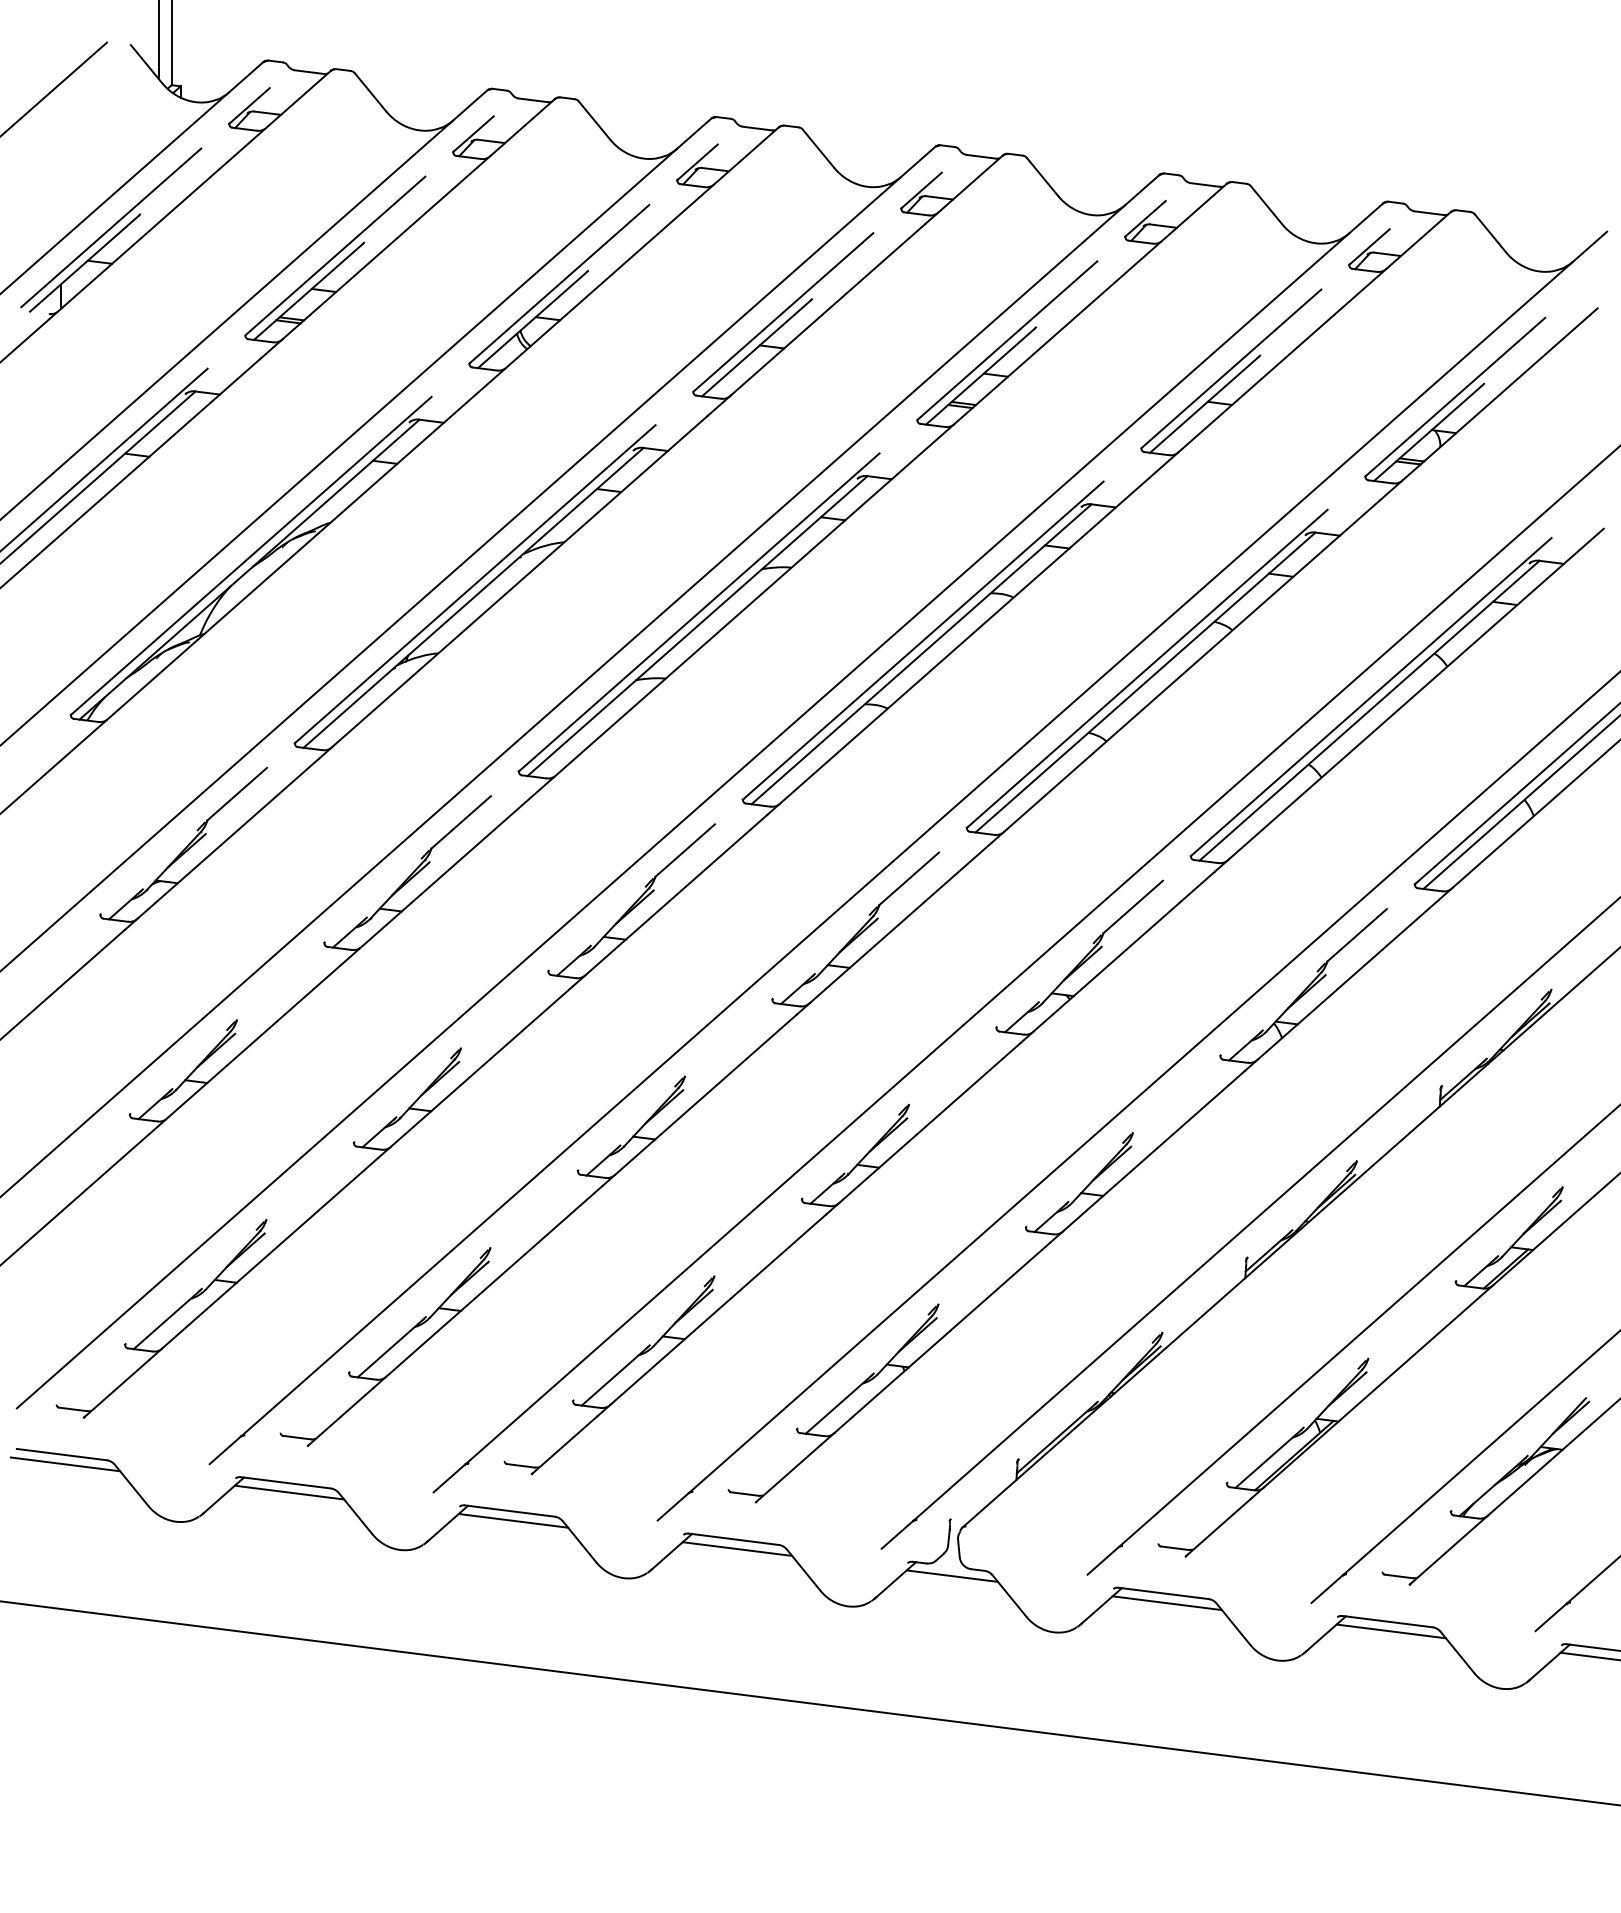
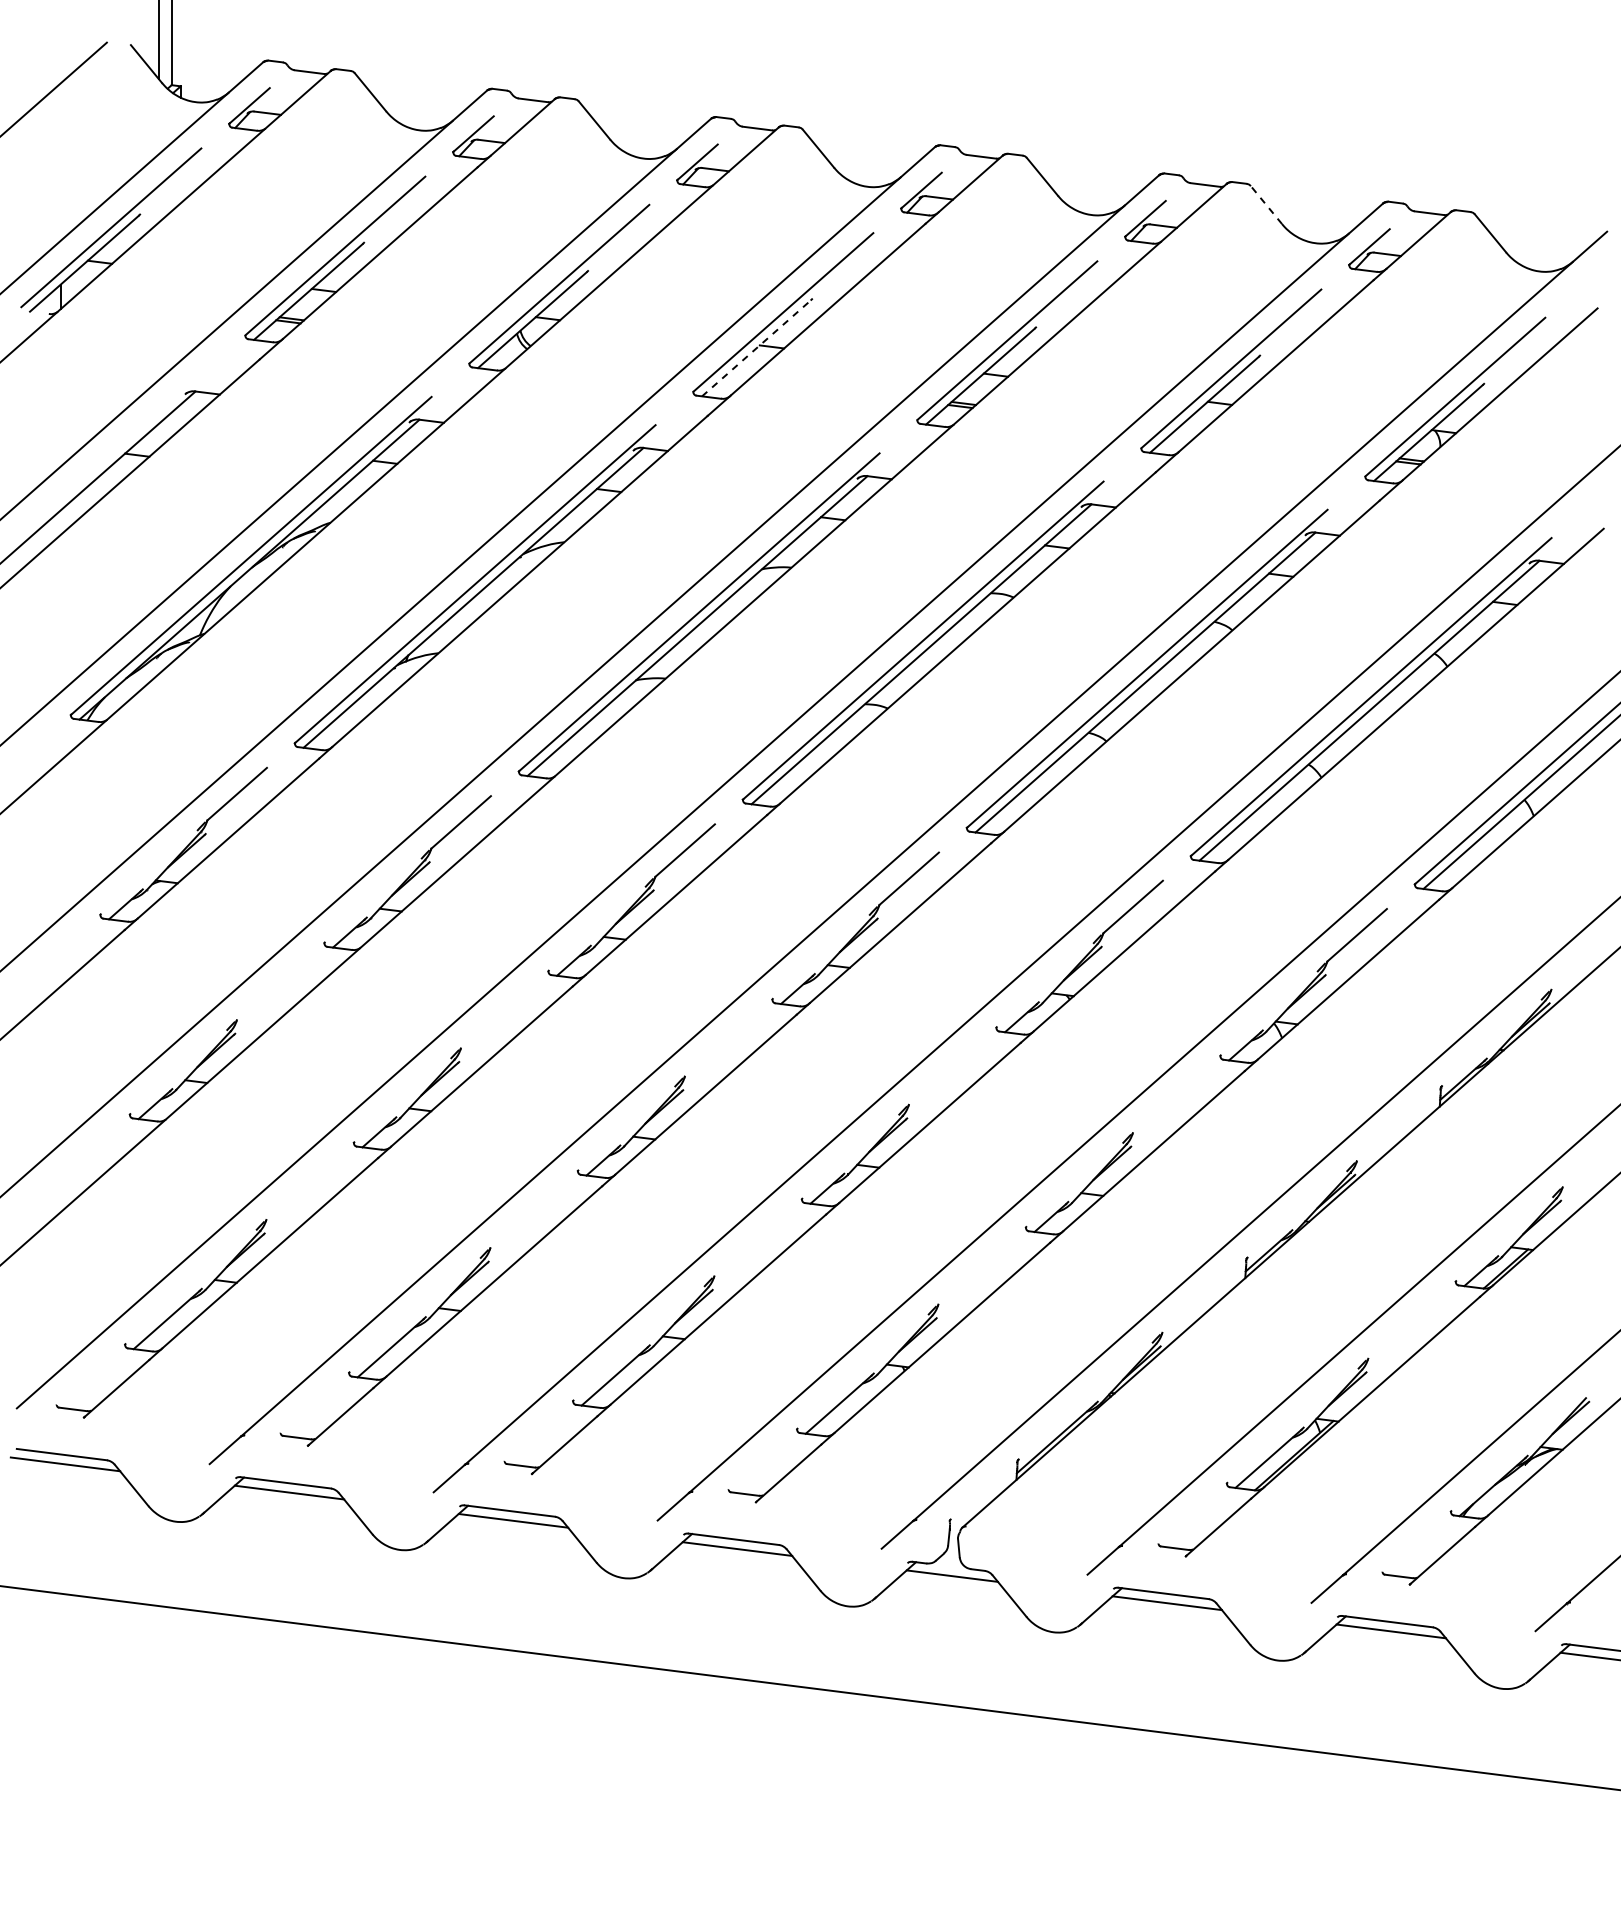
line at (1266, 205): solid -> dashed
line at (756, 348): solid -> dashed
line at (104, 458): present -> none
line at (809, 1703) position: (809, 1703) -> (809, 1687)
